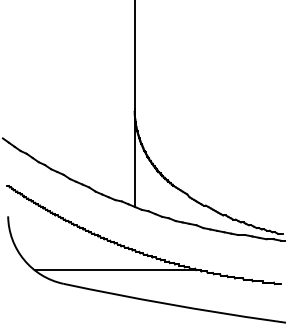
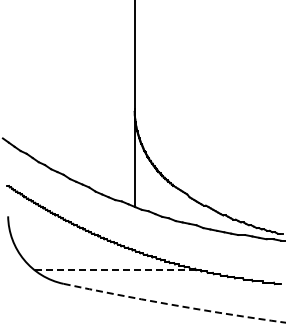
line at (116, 270): solid -> dashed
arc at (174, 305): solid -> dashed
